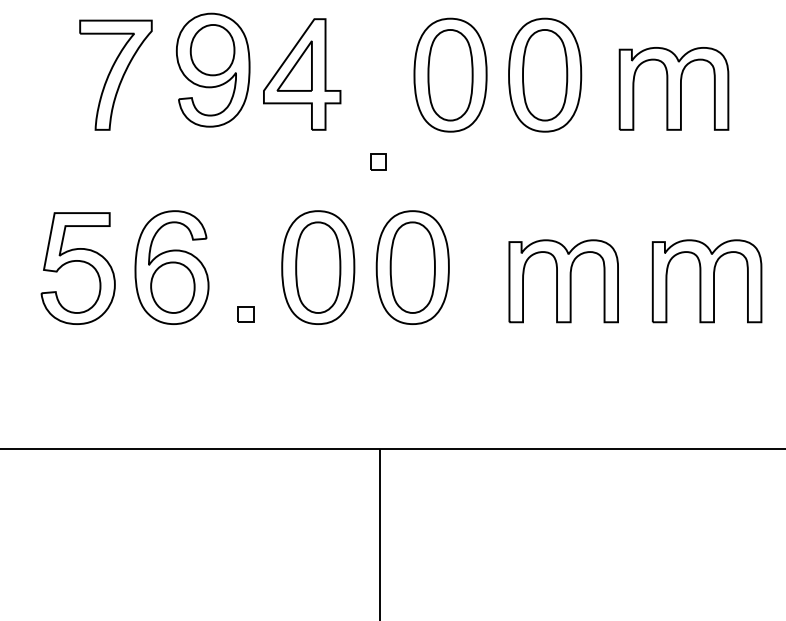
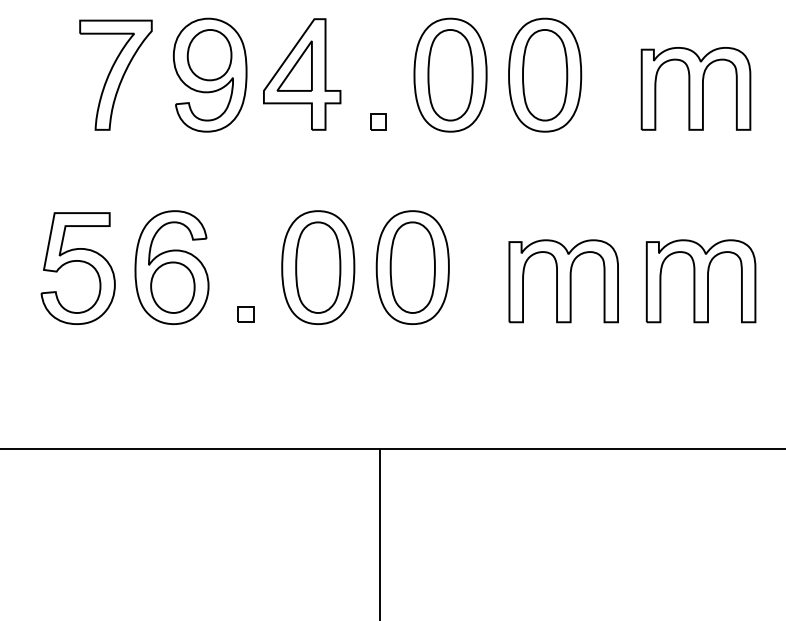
part at (212, 69) position: (212, 69) -> (209, 74)
part at (673, 88) position: (673, 88) -> (695, 88)
part at (378, 161) position: (378, 161) -> (378, 121)
part at (706, 281) position: (706, 281) -> (700, 281)
